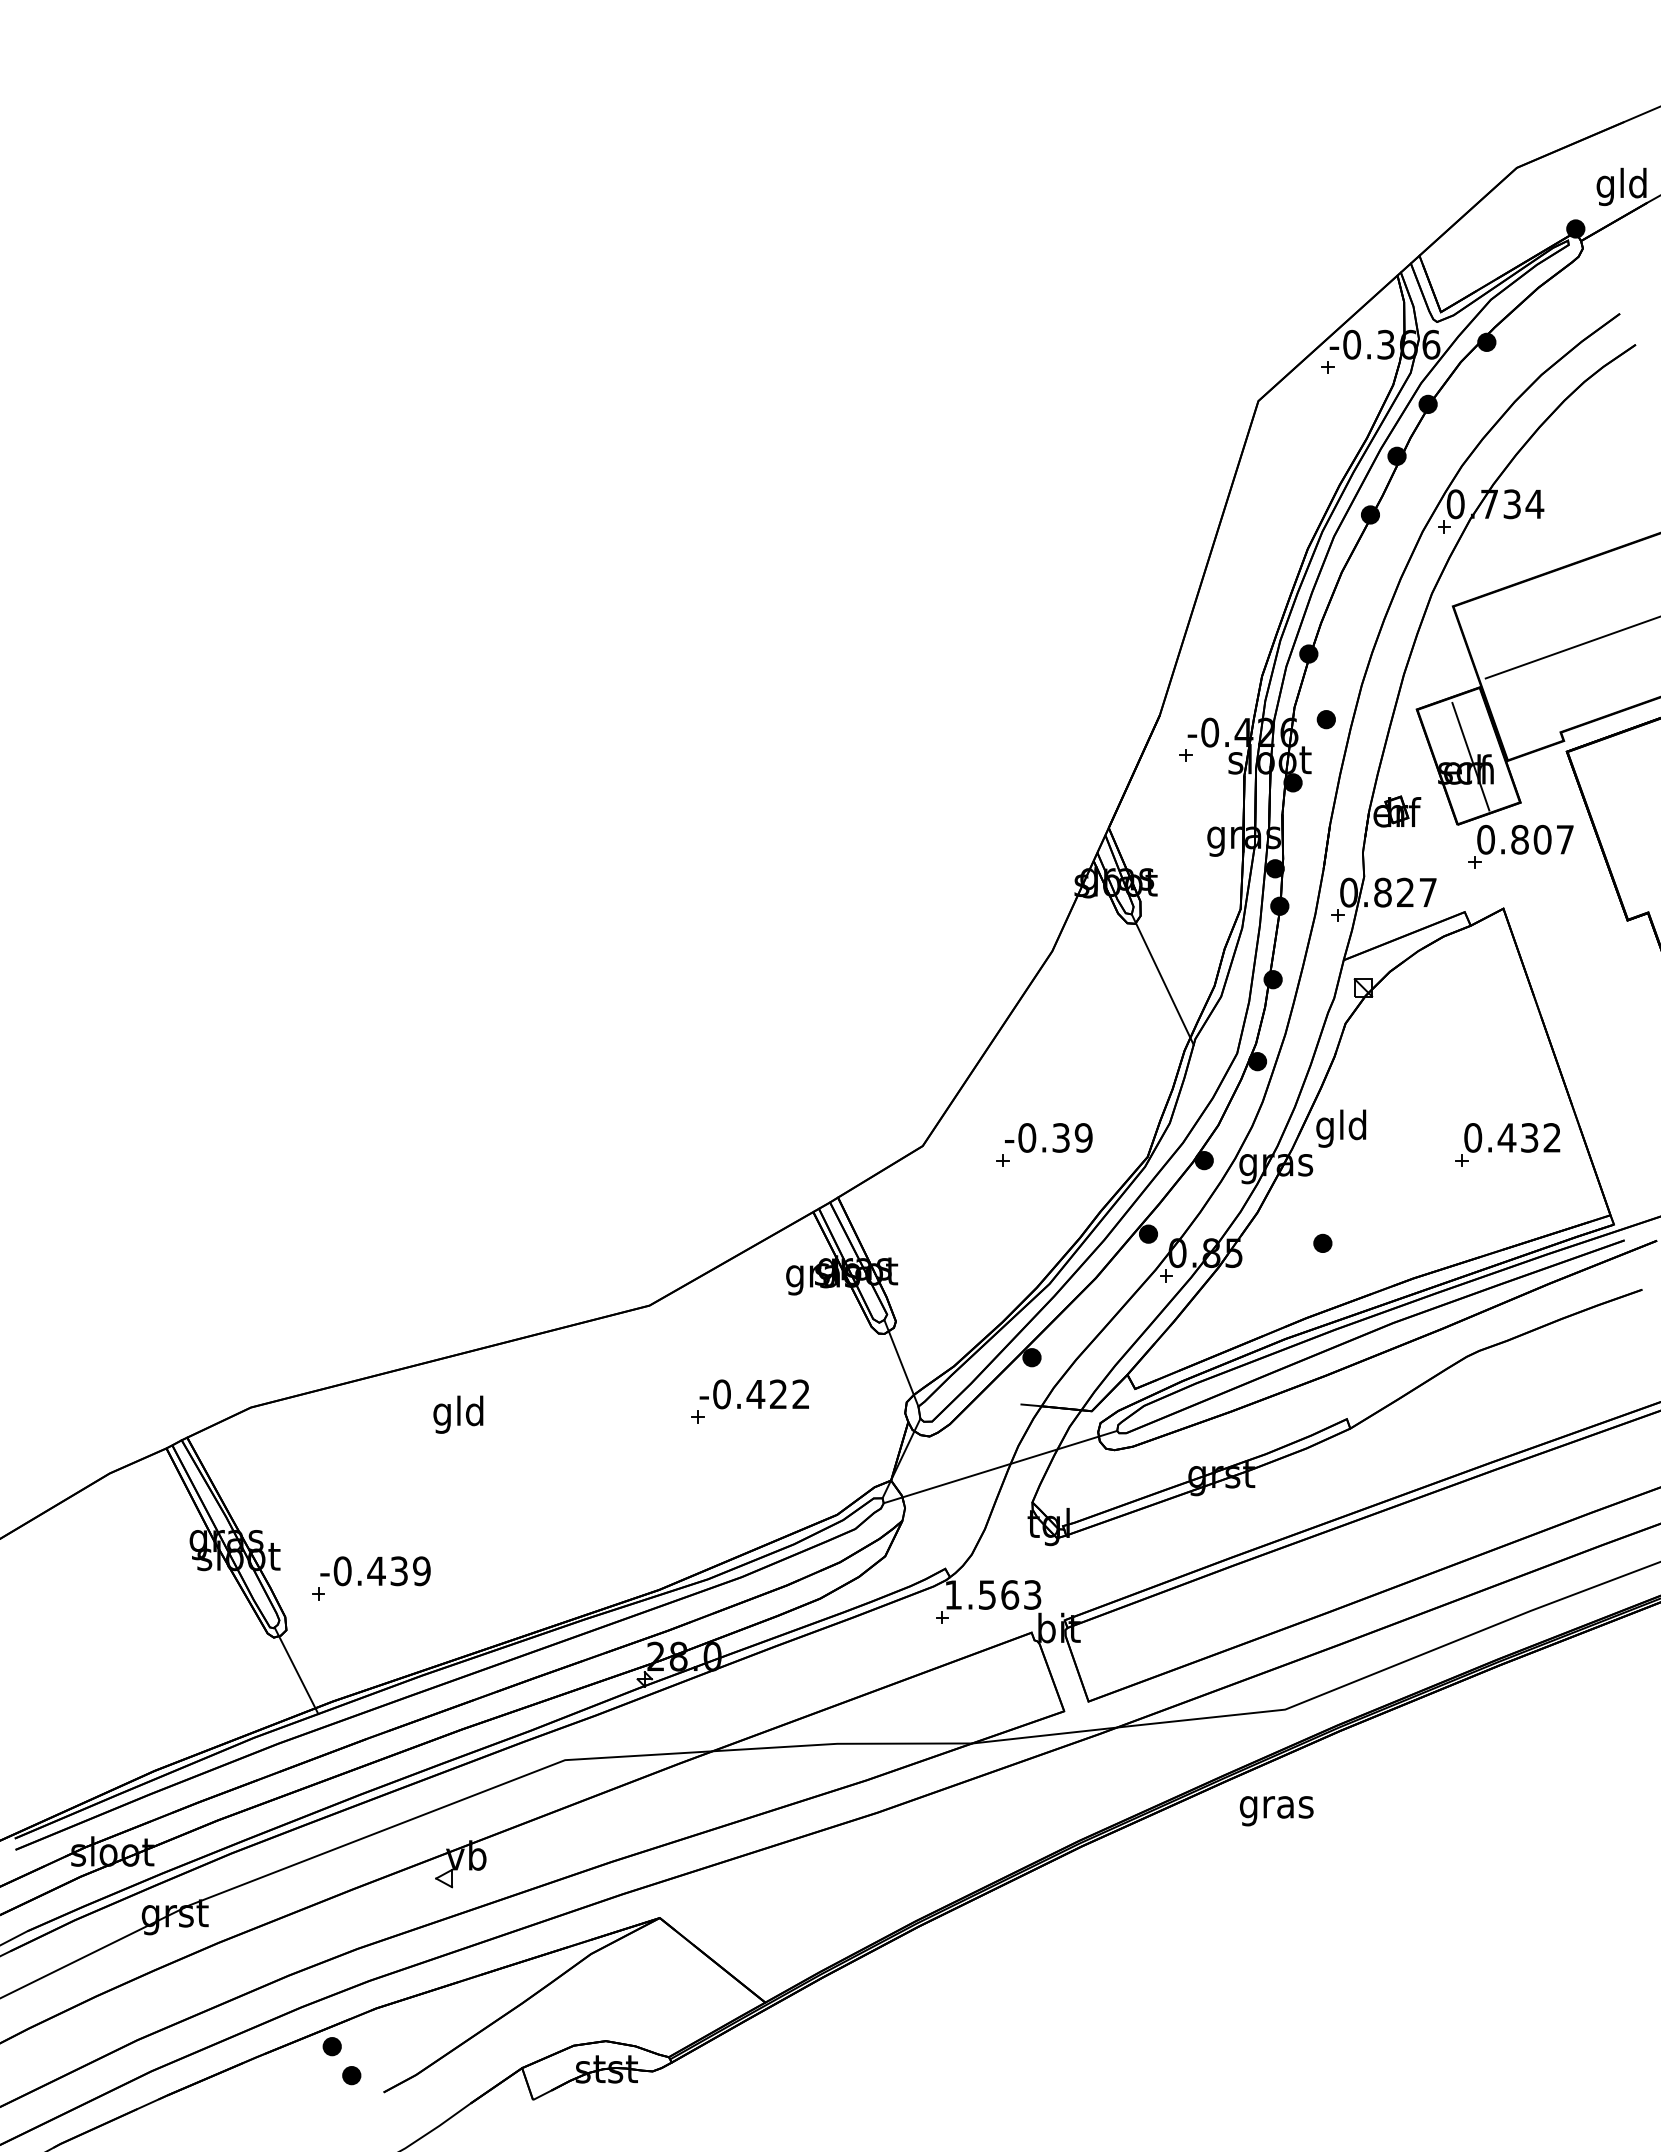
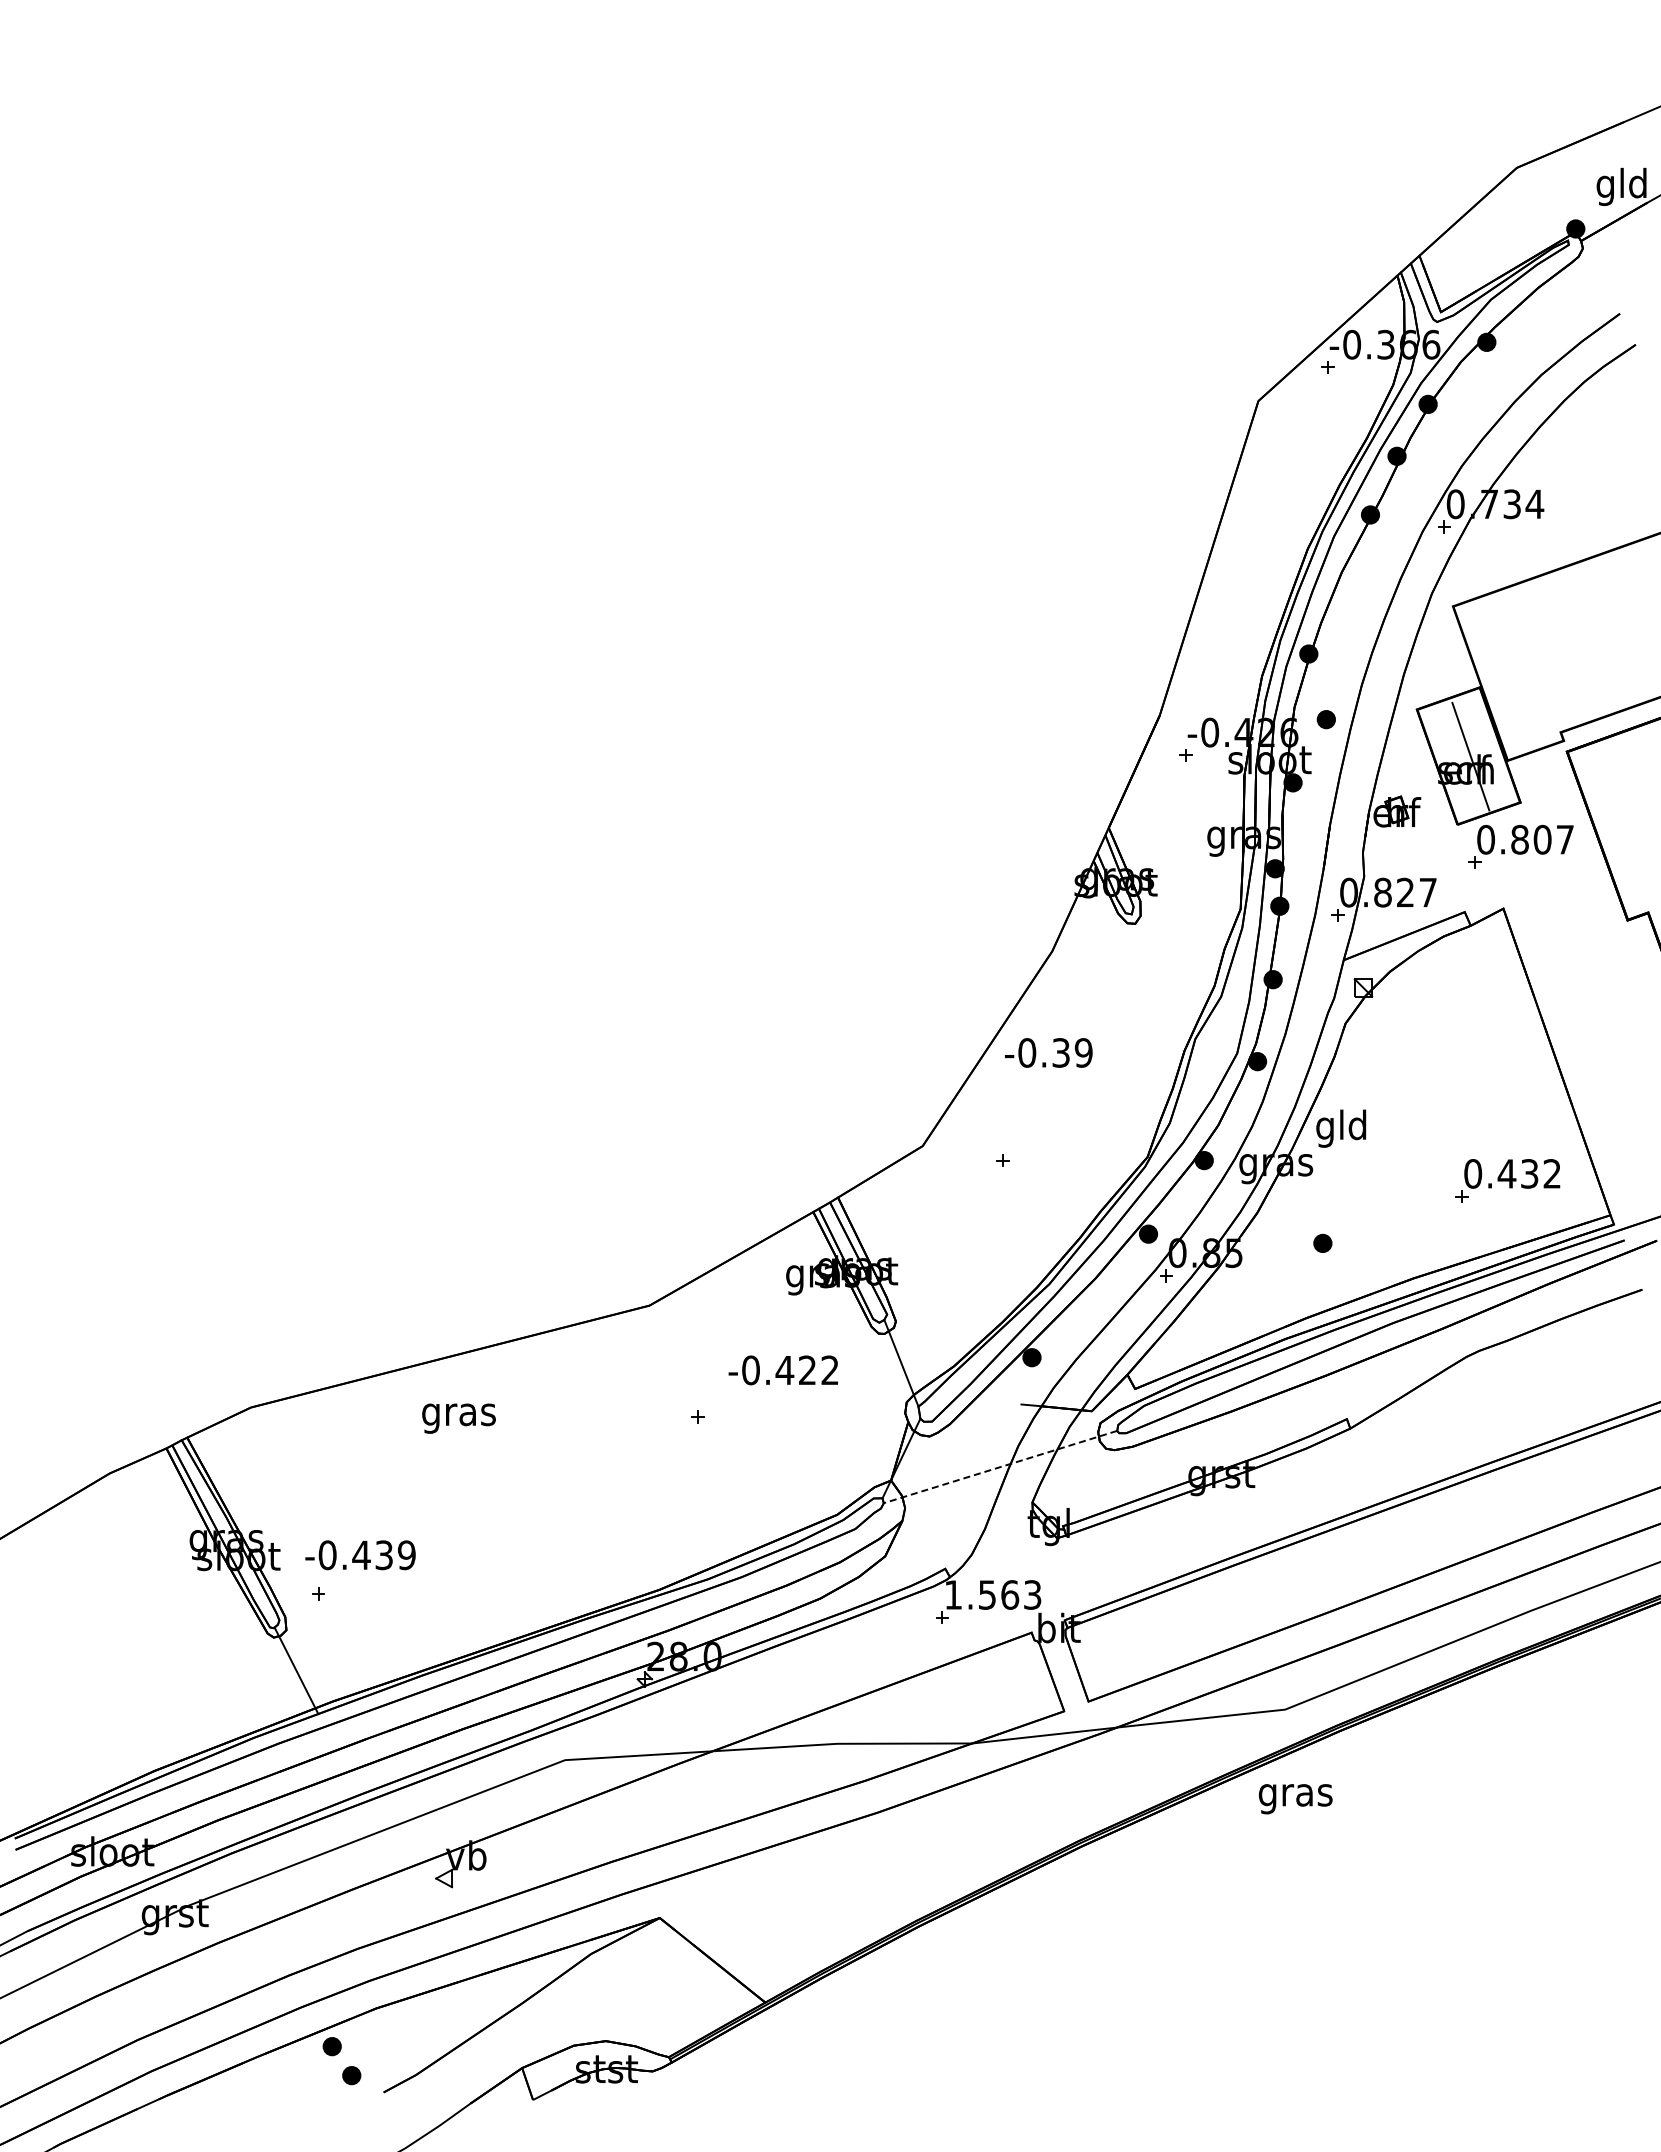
line at (1571, 647): present -> none
line at (1162, 979): present -> none
text at (1048, 1137) position: (1048, 1137) -> (1048, 1052)
part at (1507, 1144) position: (1507, 1144) -> (1507, 1180)
text at (753, 1394) position: (753, 1394) -> (782, 1370)
text at (458, 1414): gld -> gras
line at (1000, 1467): solid -> dashed
text at (375, 1571) position: (375, 1571) -> (360, 1555)
text at (1276, 1811) position: (1276, 1811) -> (1295, 1799)
